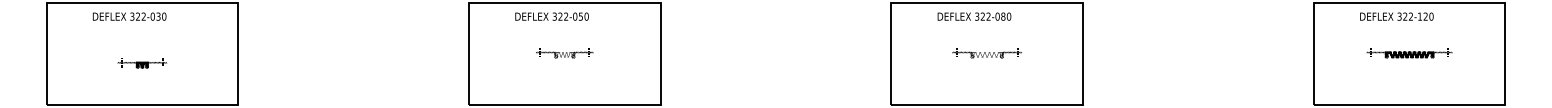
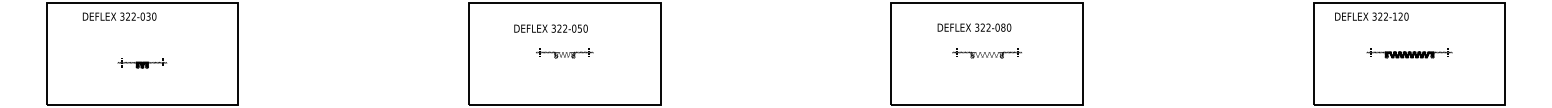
text at (129, 16) position: (129, 16) -> (119, 16)
text at (551, 16) position: (551, 16) -> (550, 28)
text at (974, 16) position: (974, 16) -> (974, 27)
text at (1396, 16) position: (1396, 16) -> (1371, 16)
